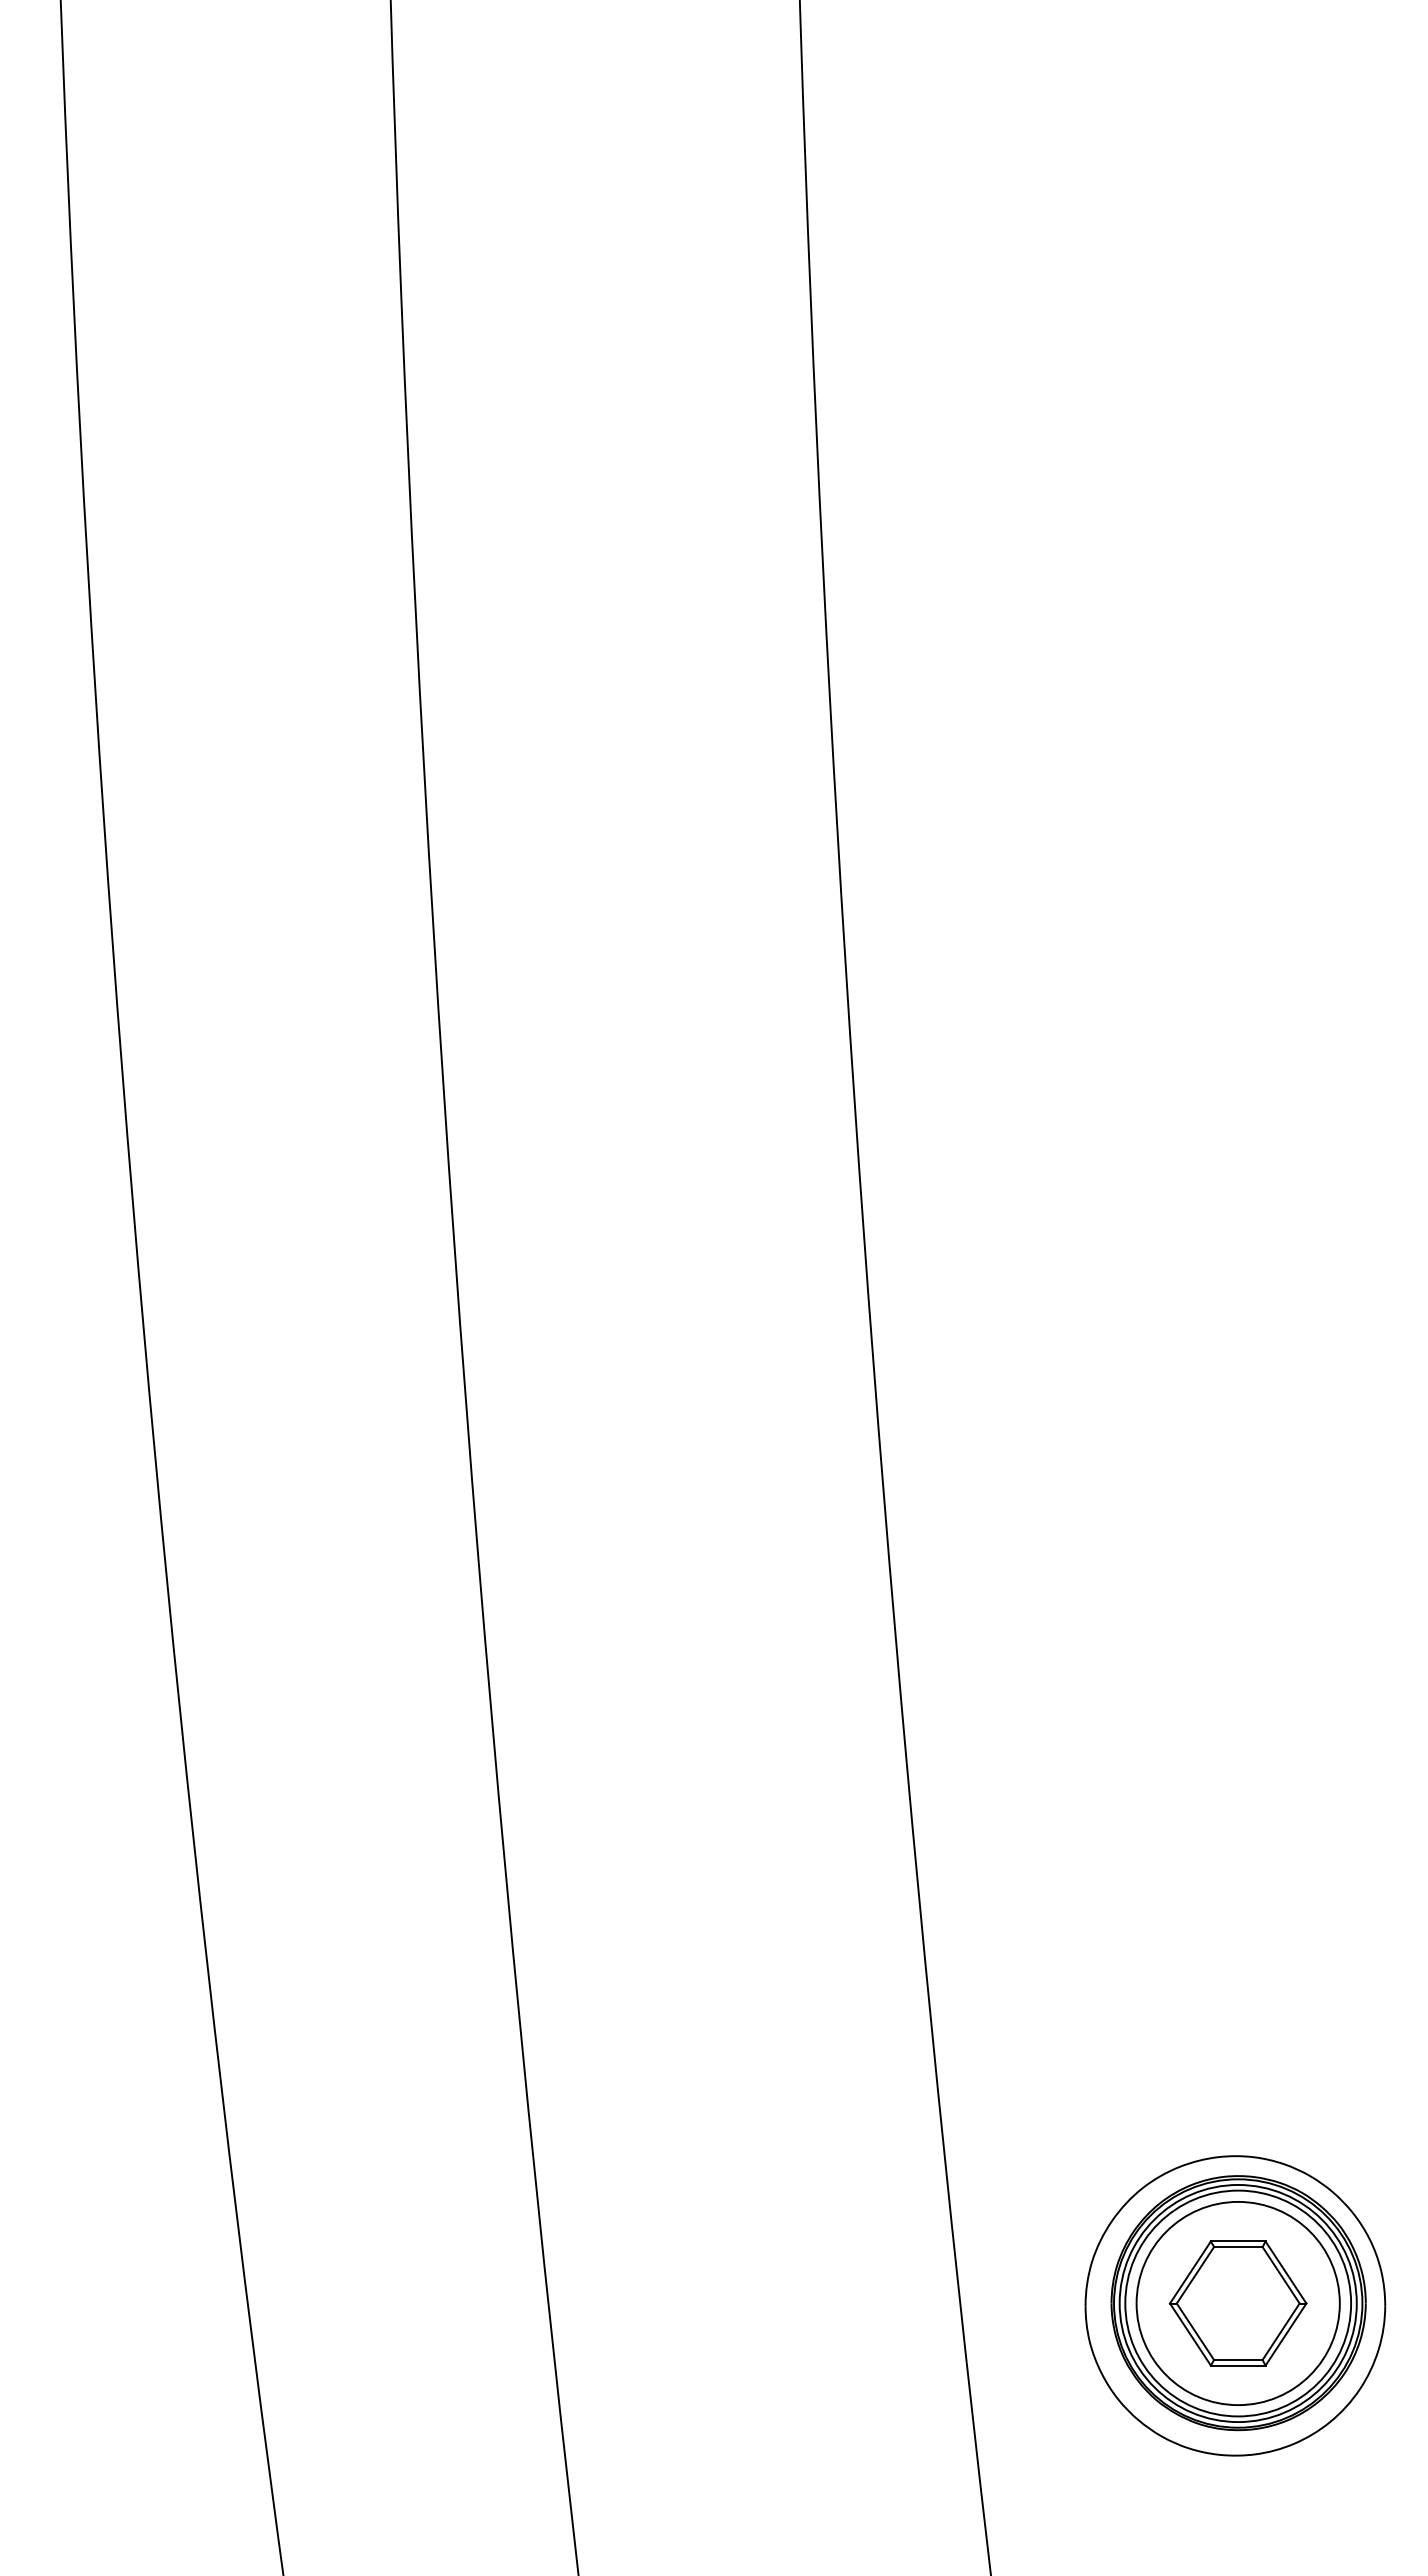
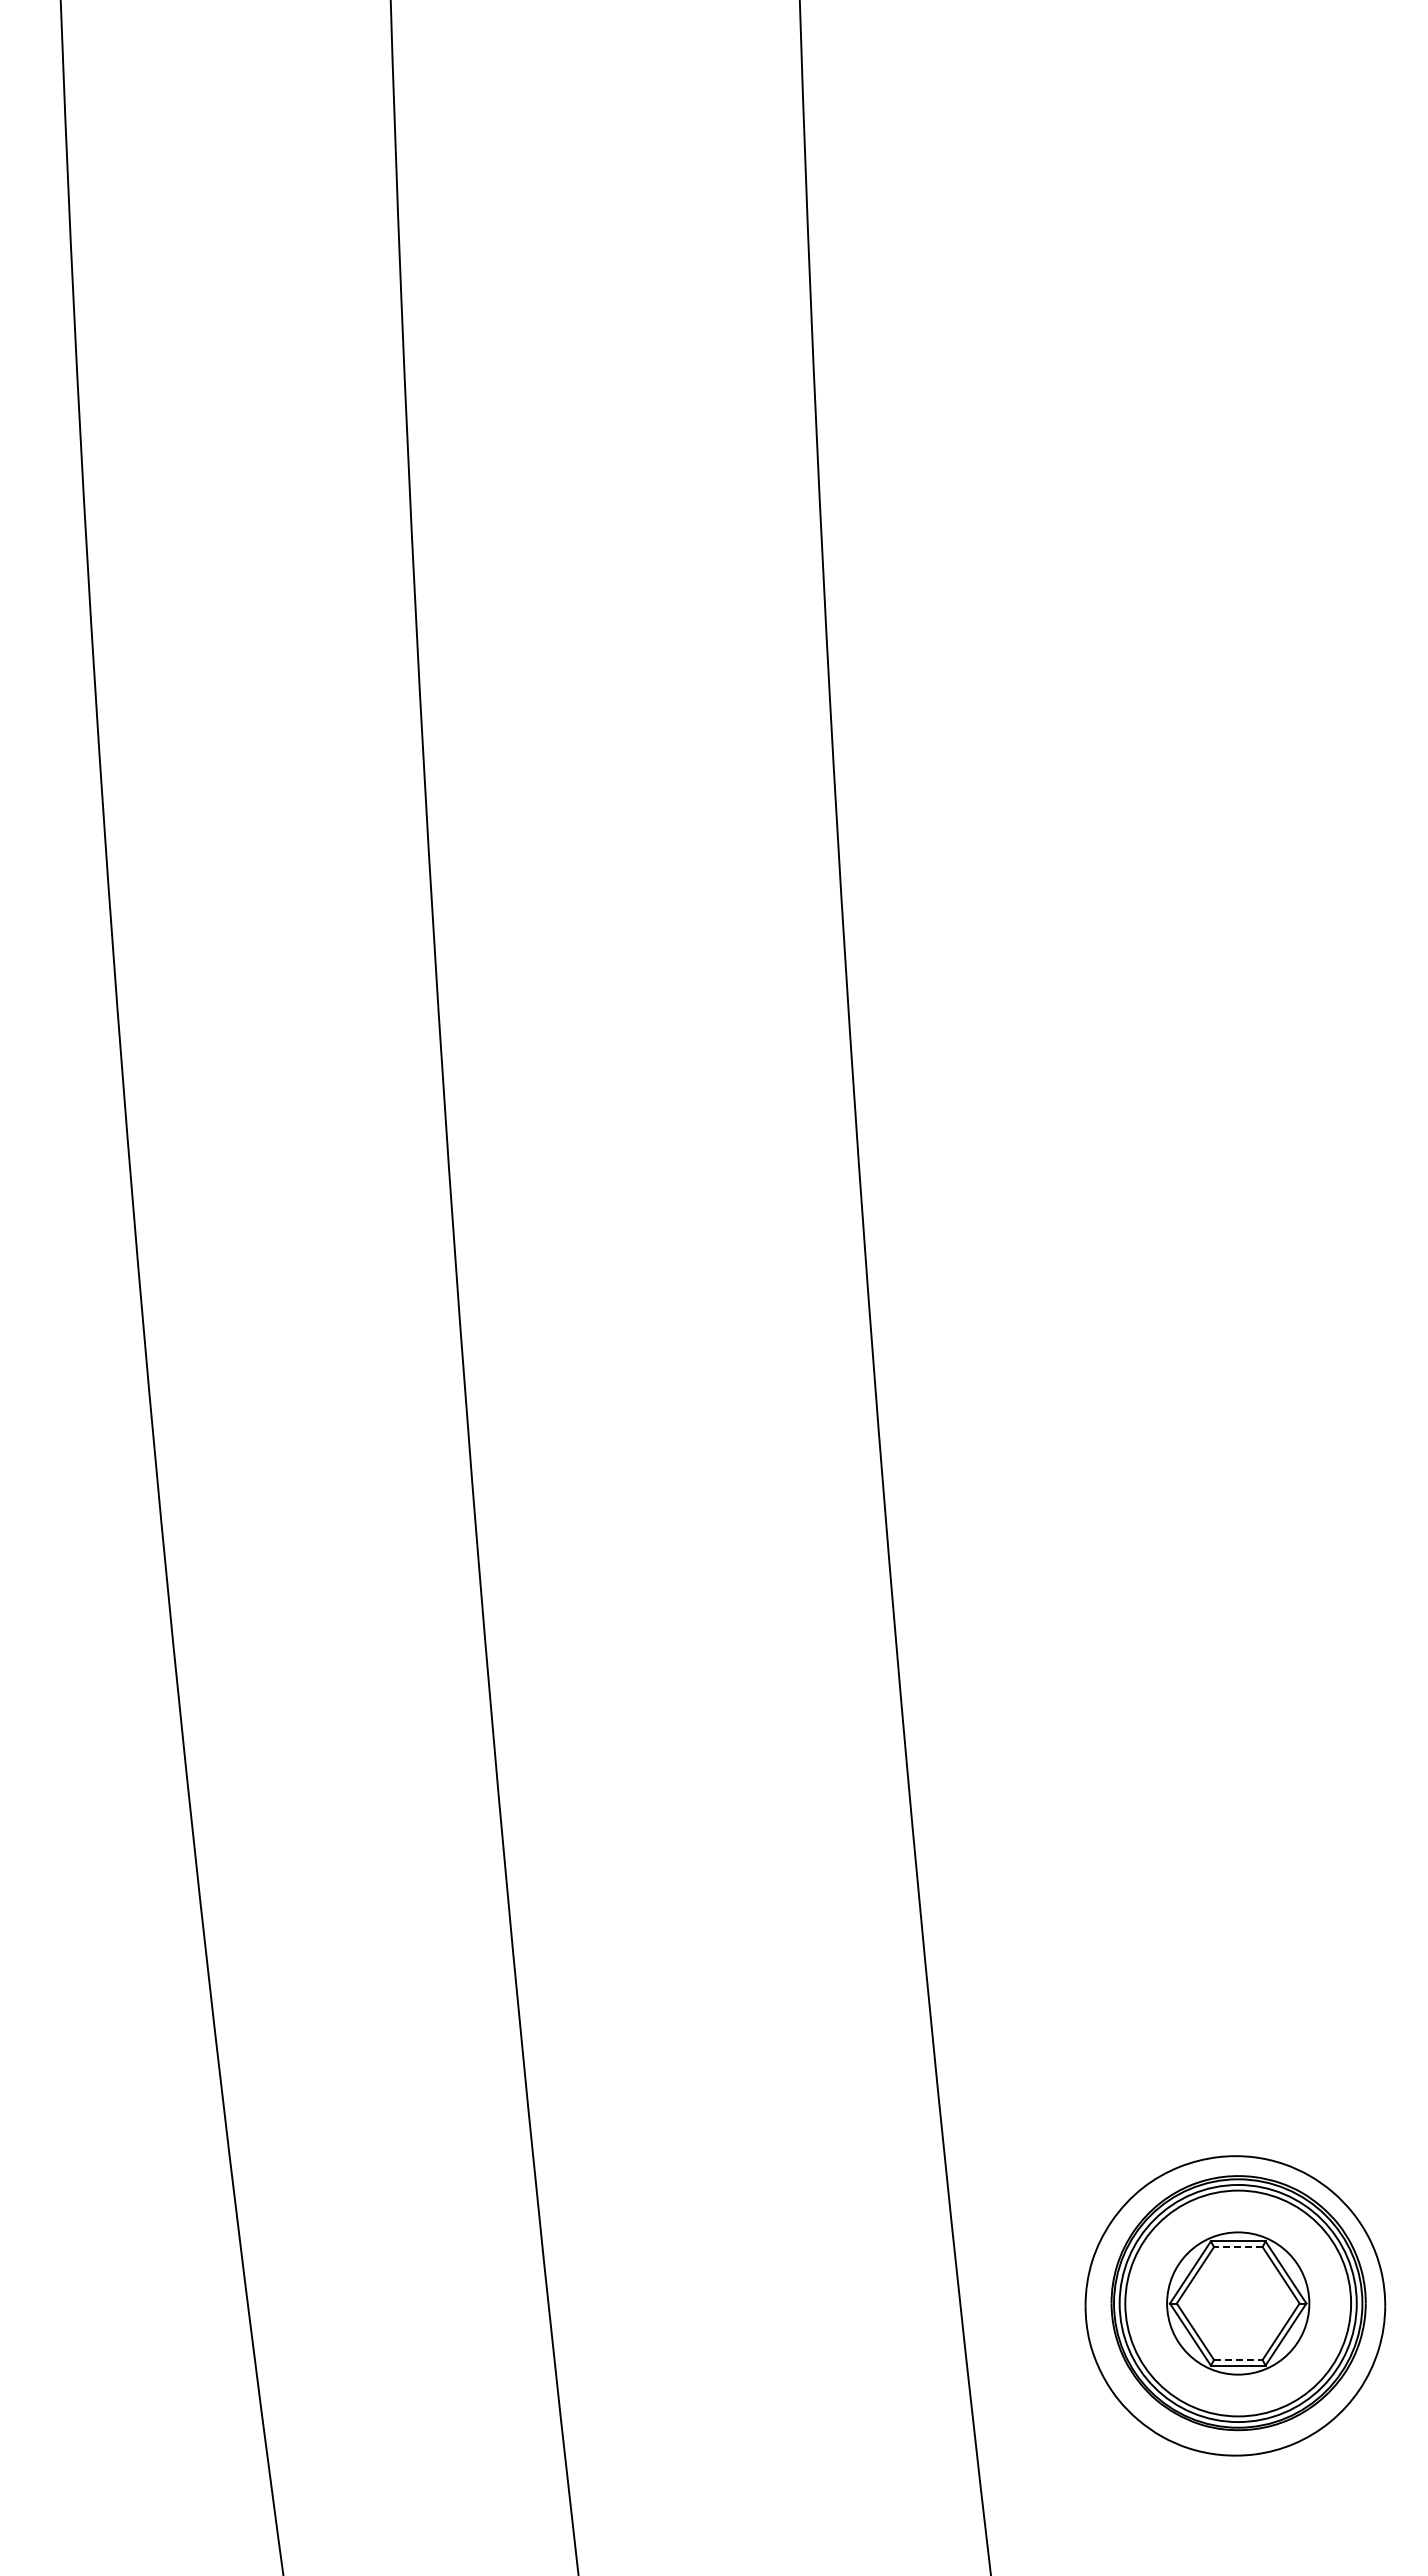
line at (1237, 2247): solid -> dashed
circle at (1237, 2303) diameter: 203 px -> 142 px
line at (1238, 2359): solid -> dashed
